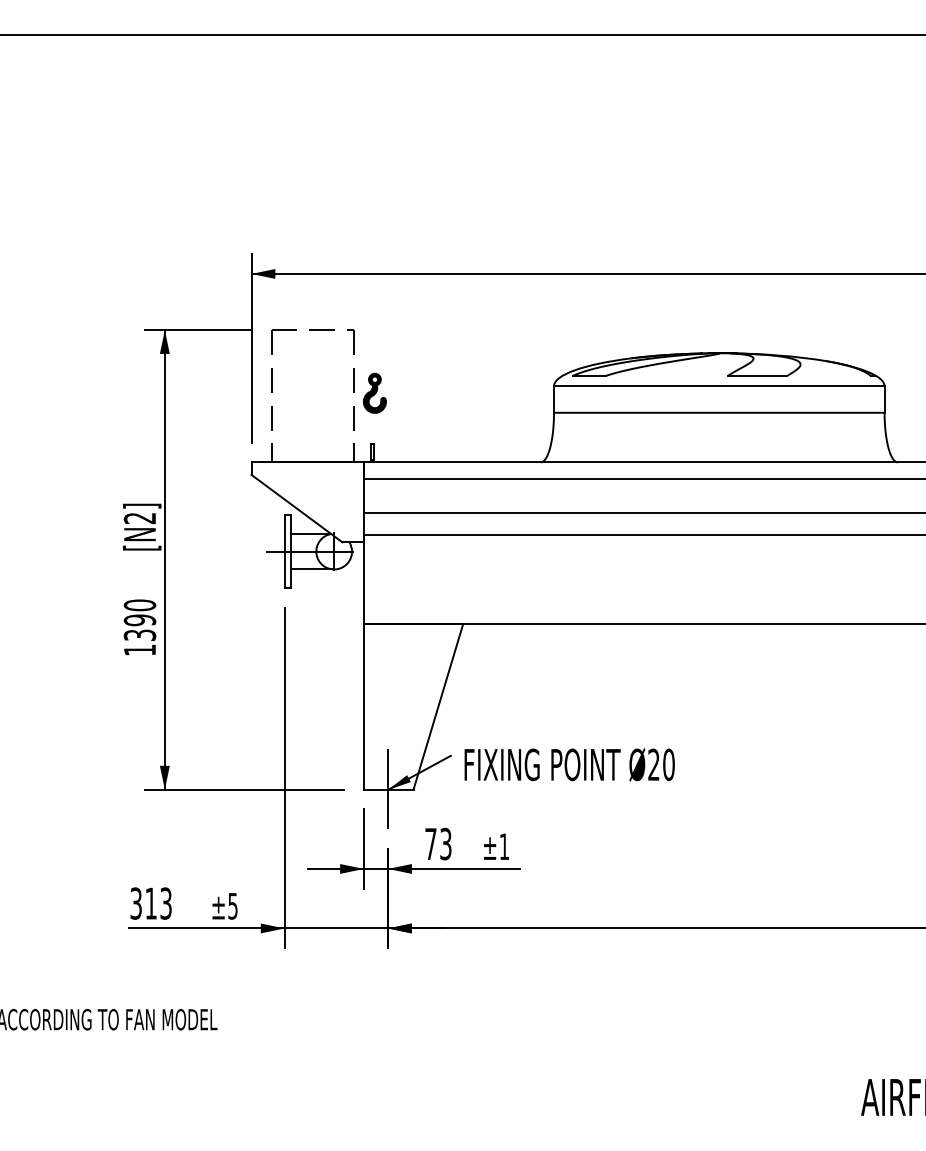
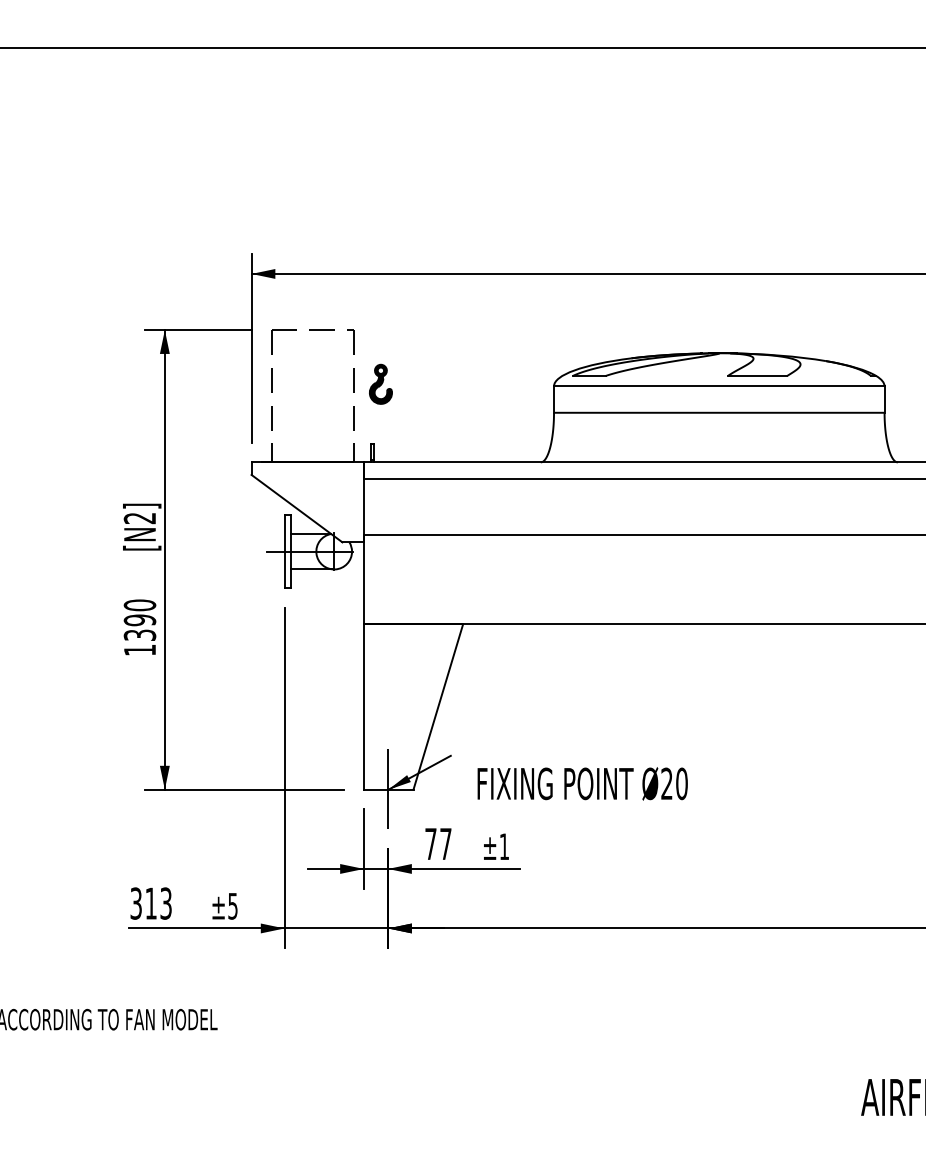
line at (462, 34) position: (462, 34) -> (462, 47)
part at (374, 392) position: (374, 392) -> (380, 383)
line at (642, 512): present -> none
text at (569, 764) position: (569, 764) -> (582, 783)
text at (445, 843): 73 -> 77
